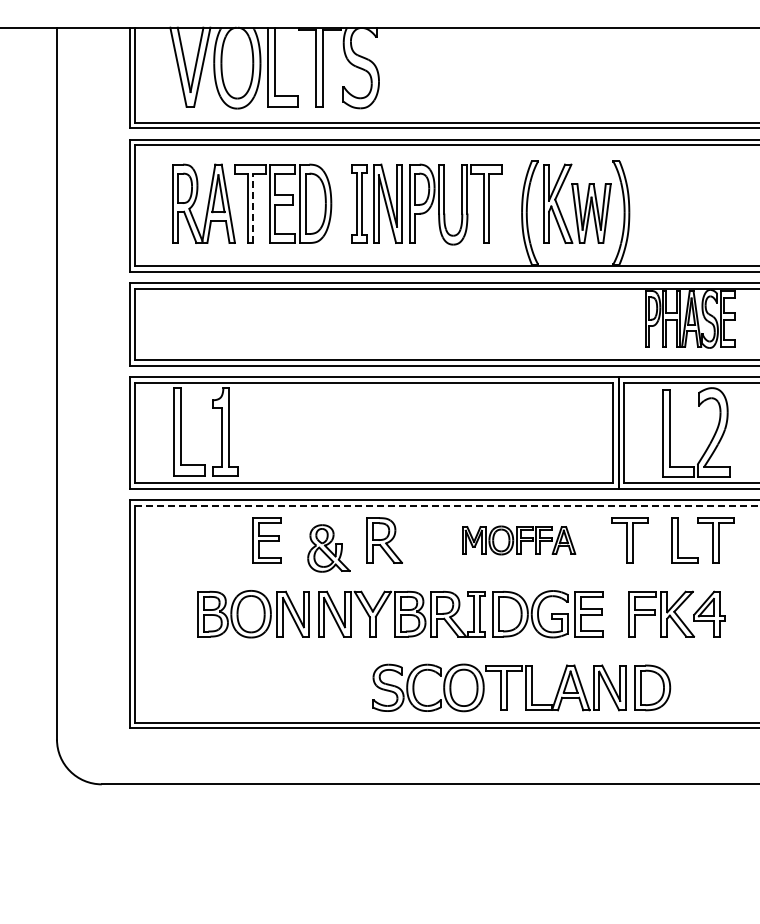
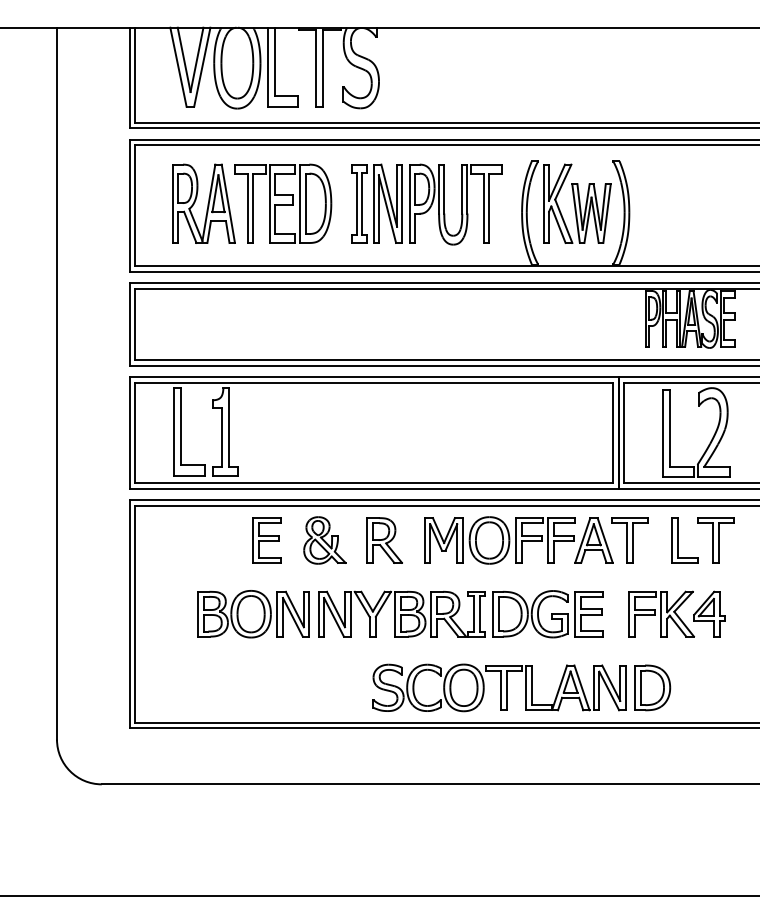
line at (253, 208): dashed -> solid
line at (448, 505): dashed -> solid
part at (519, 540) size: 115x31 px -> 190x49 px
part at (328, 548) position: (328, 548) -> (324, 540)
line at (379, 896): none -> present
